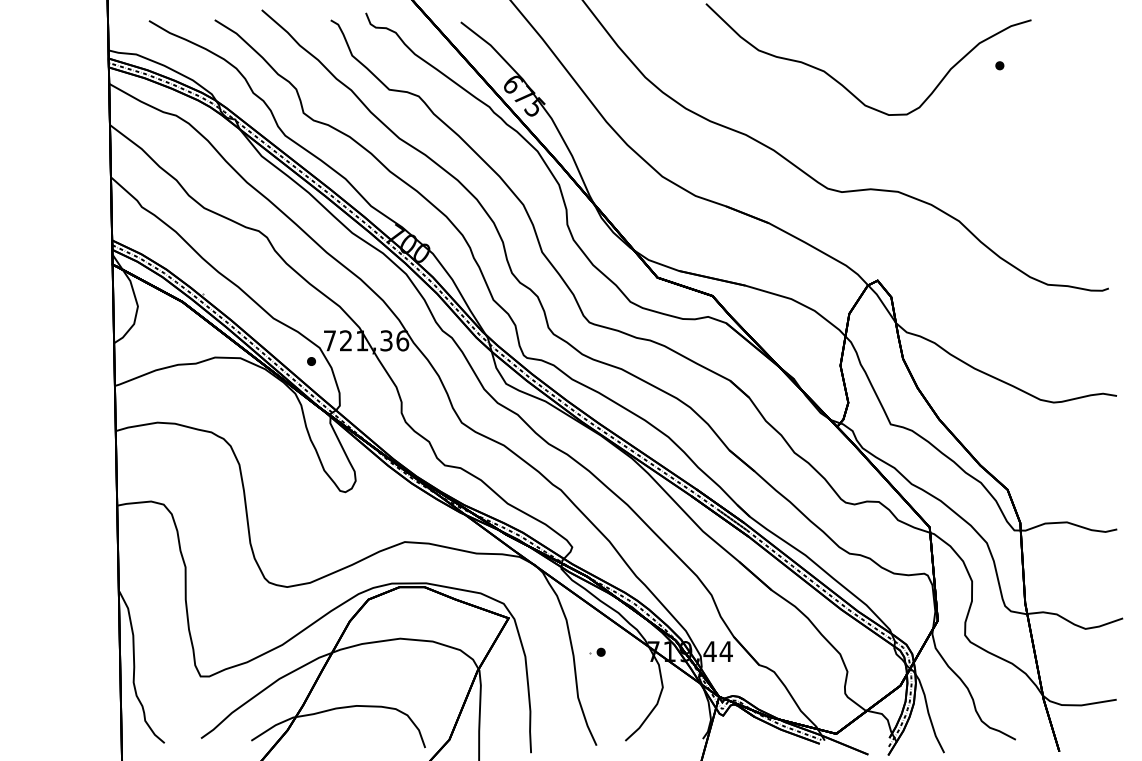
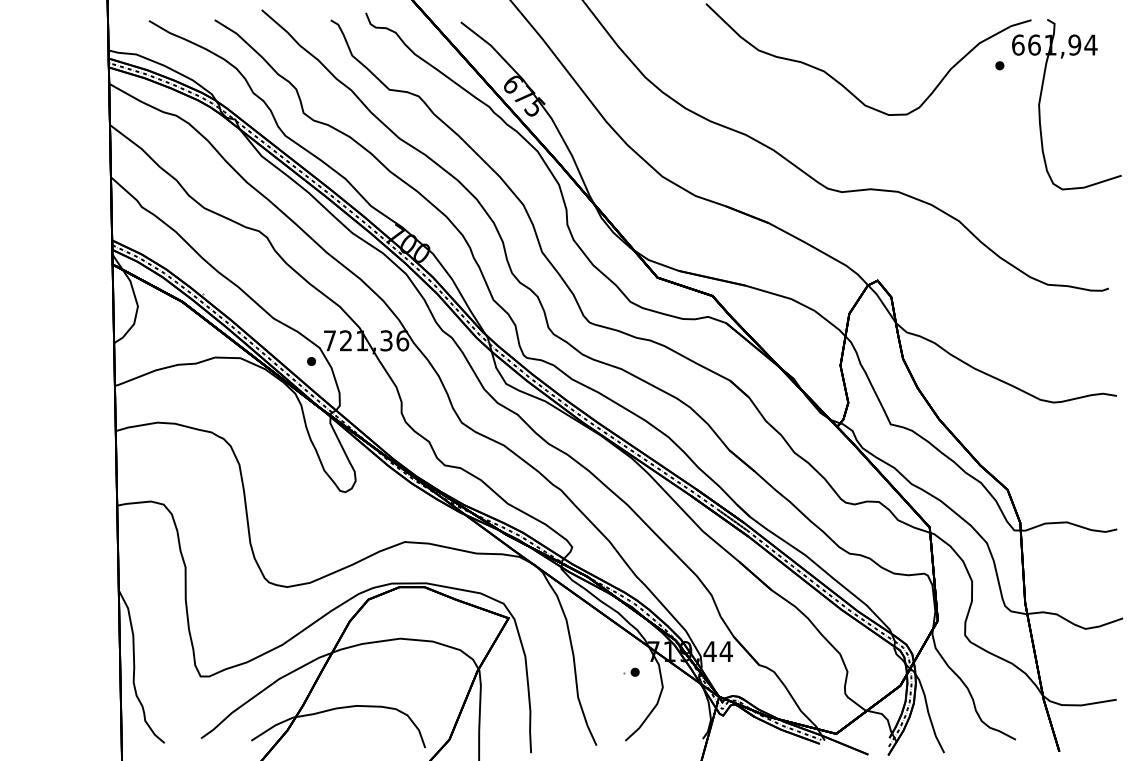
part at (1041, 98): none -> present
part at (597, 651) position: (597, 651) -> (631, 671)
